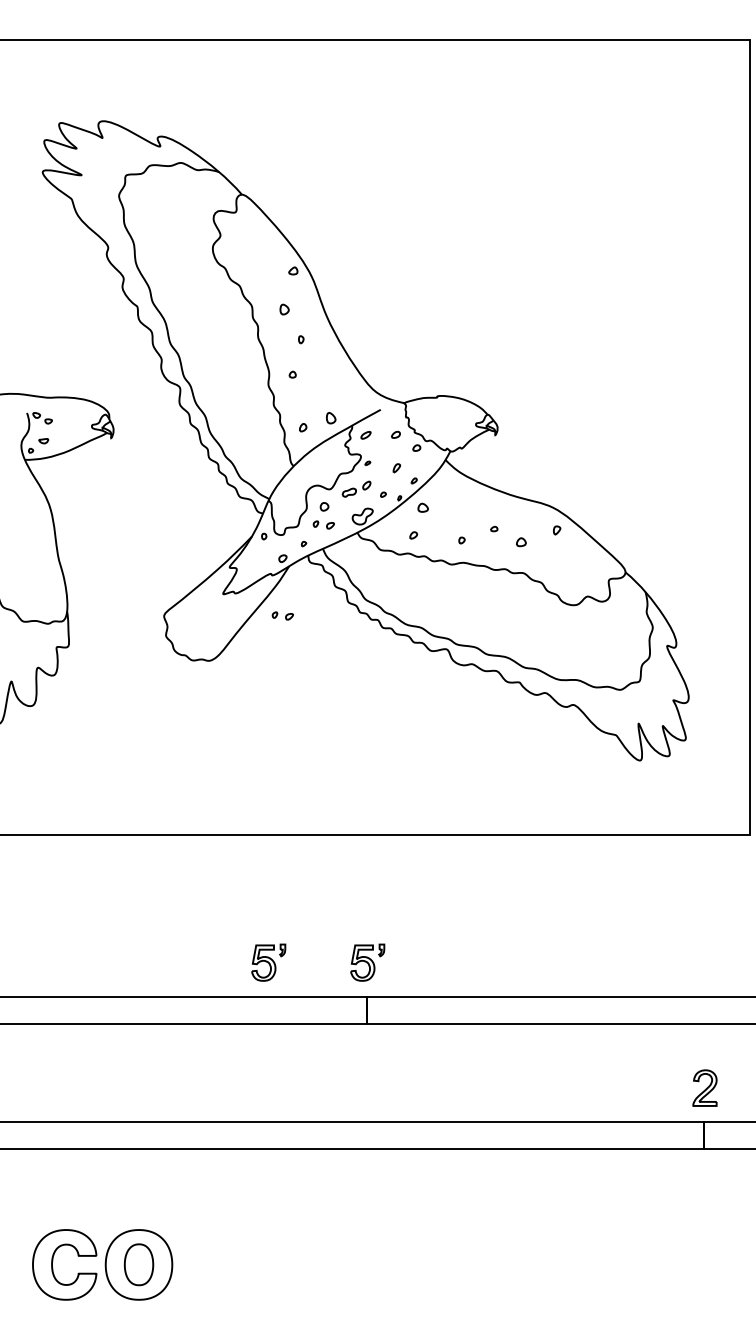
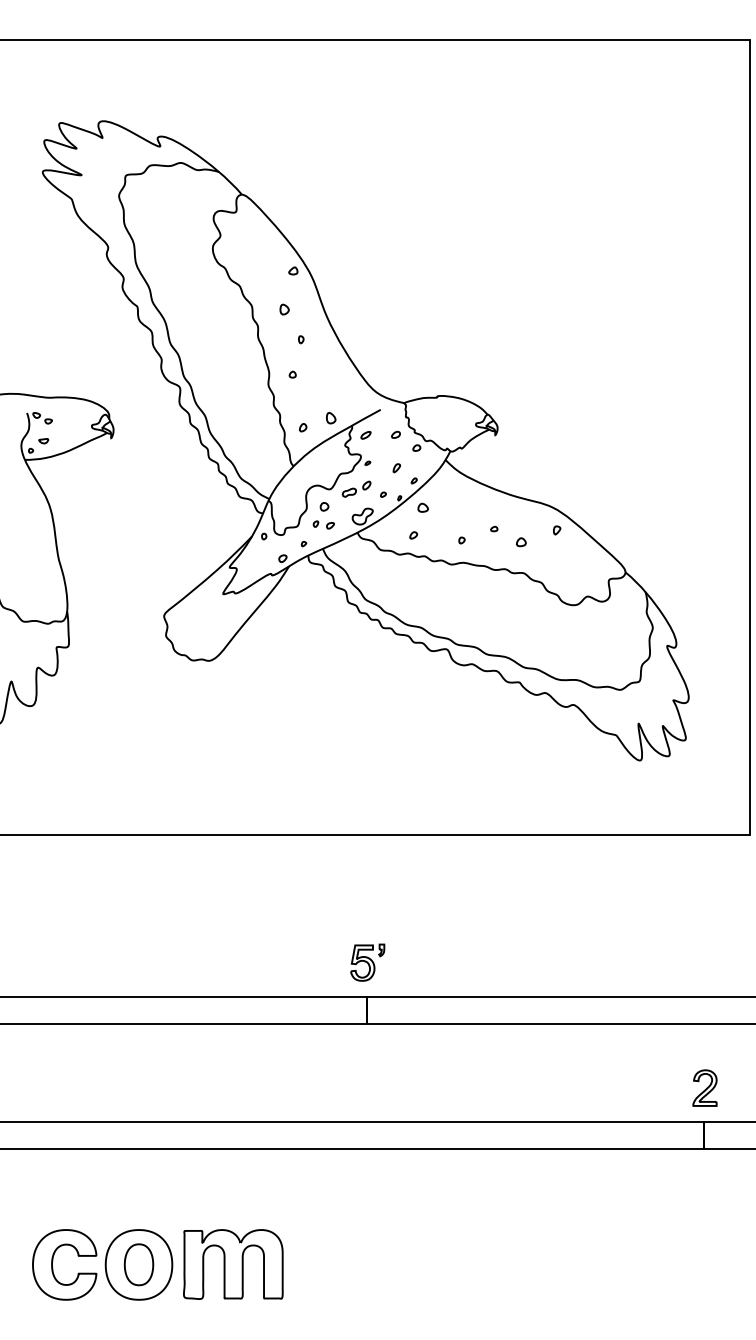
part at (282, 615): present -> none
part at (268, 962): present -> none
part at (233, 1264): none -> present
